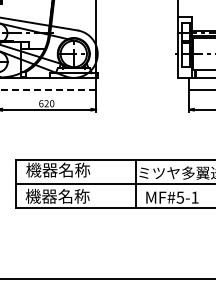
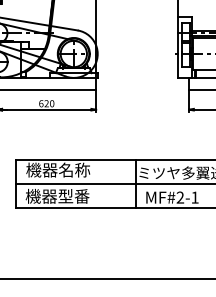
line at (48, 89): dashed -> solid
text at (73, 196): 機器名称 -> 機器型番
text at (180, 197): MF#5-1 -> MF#2-1
